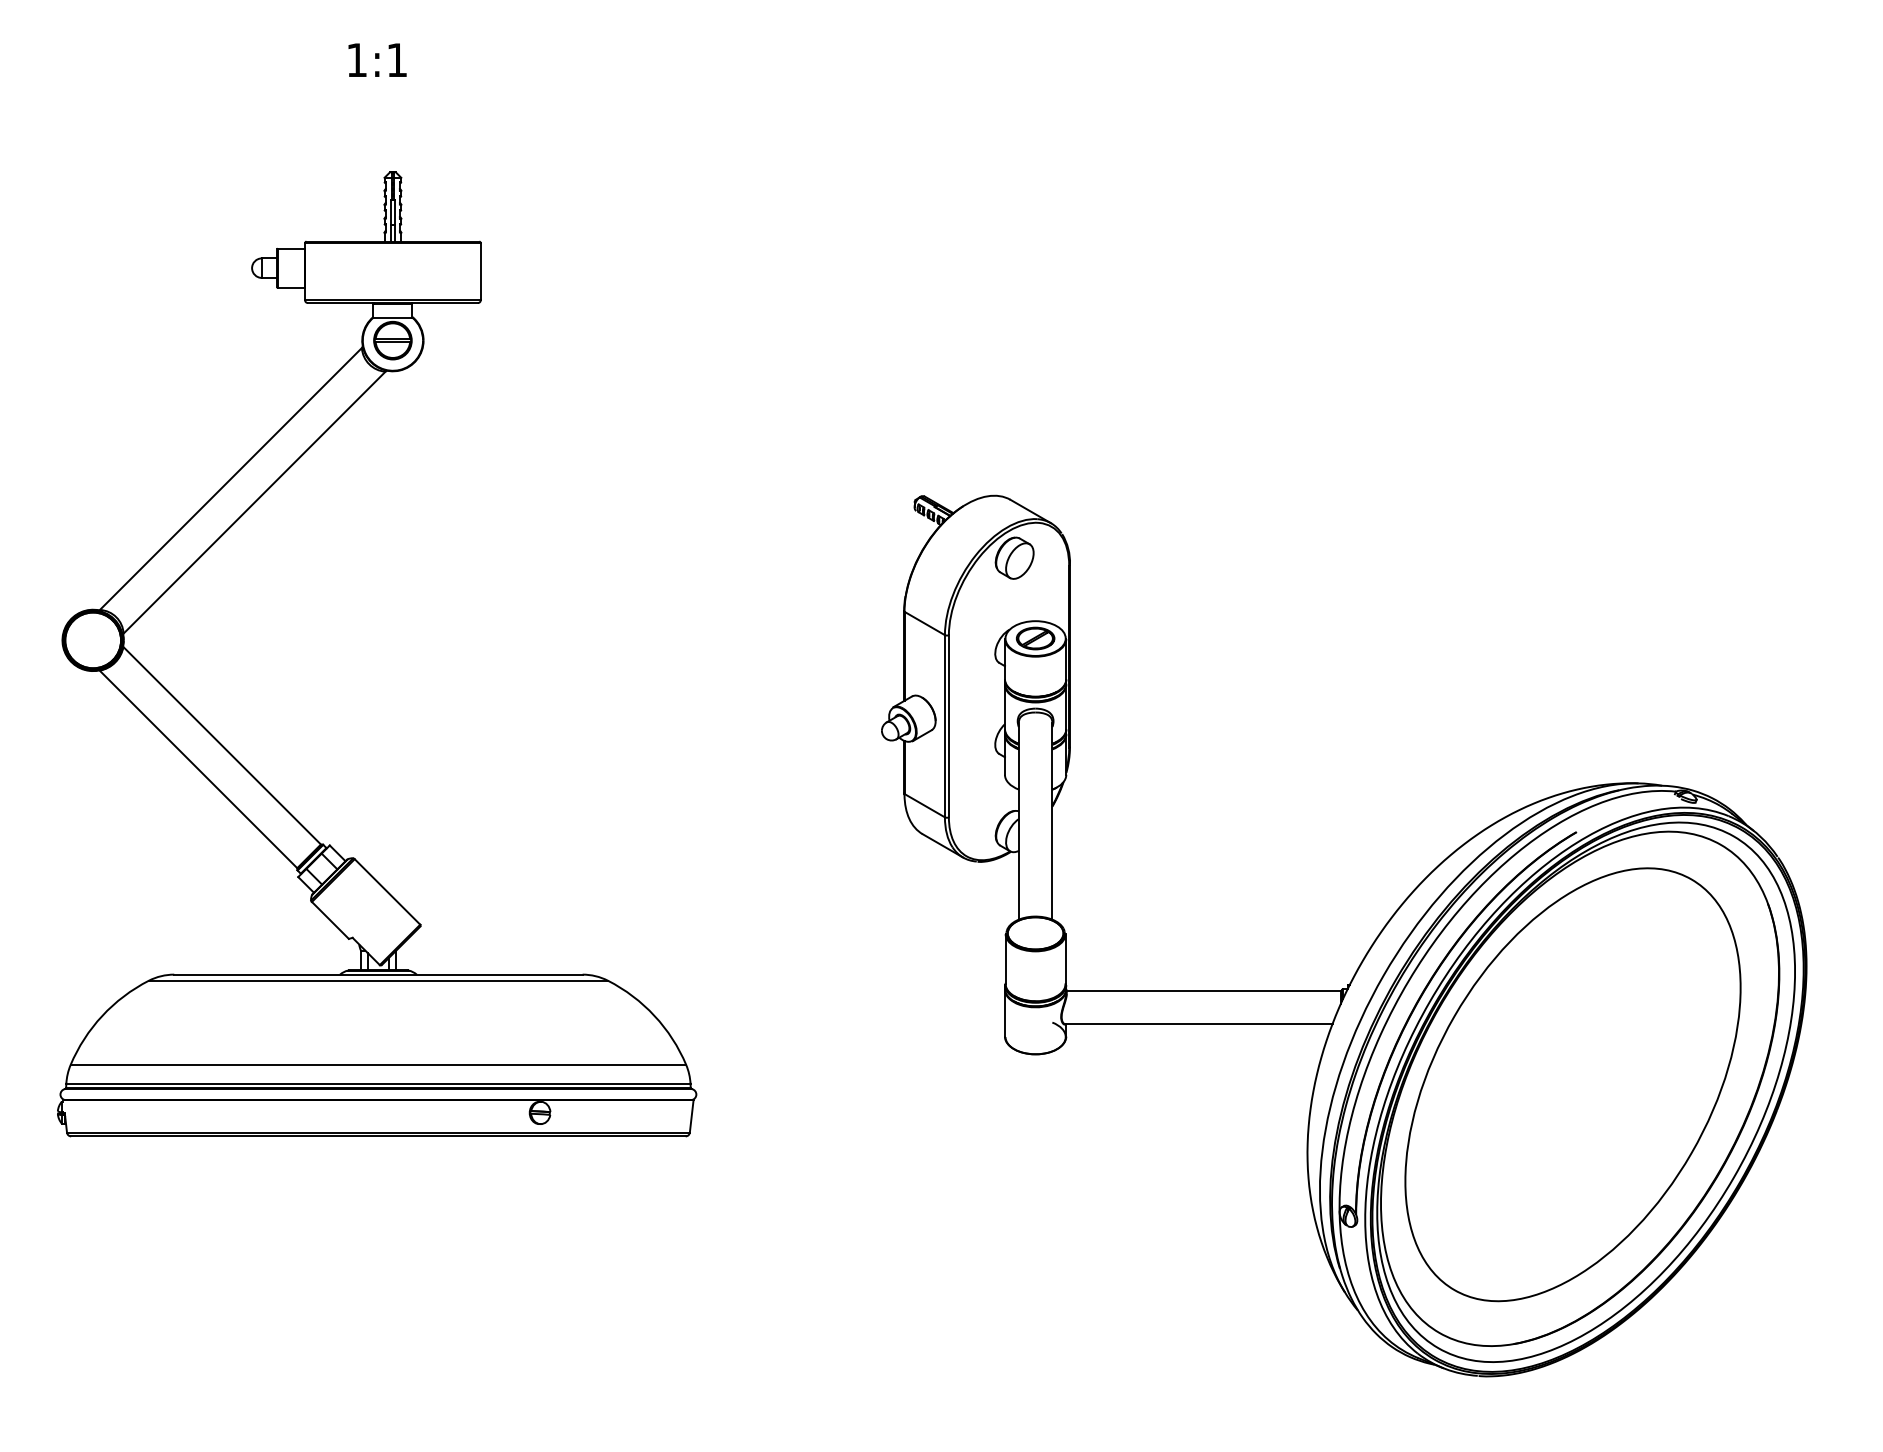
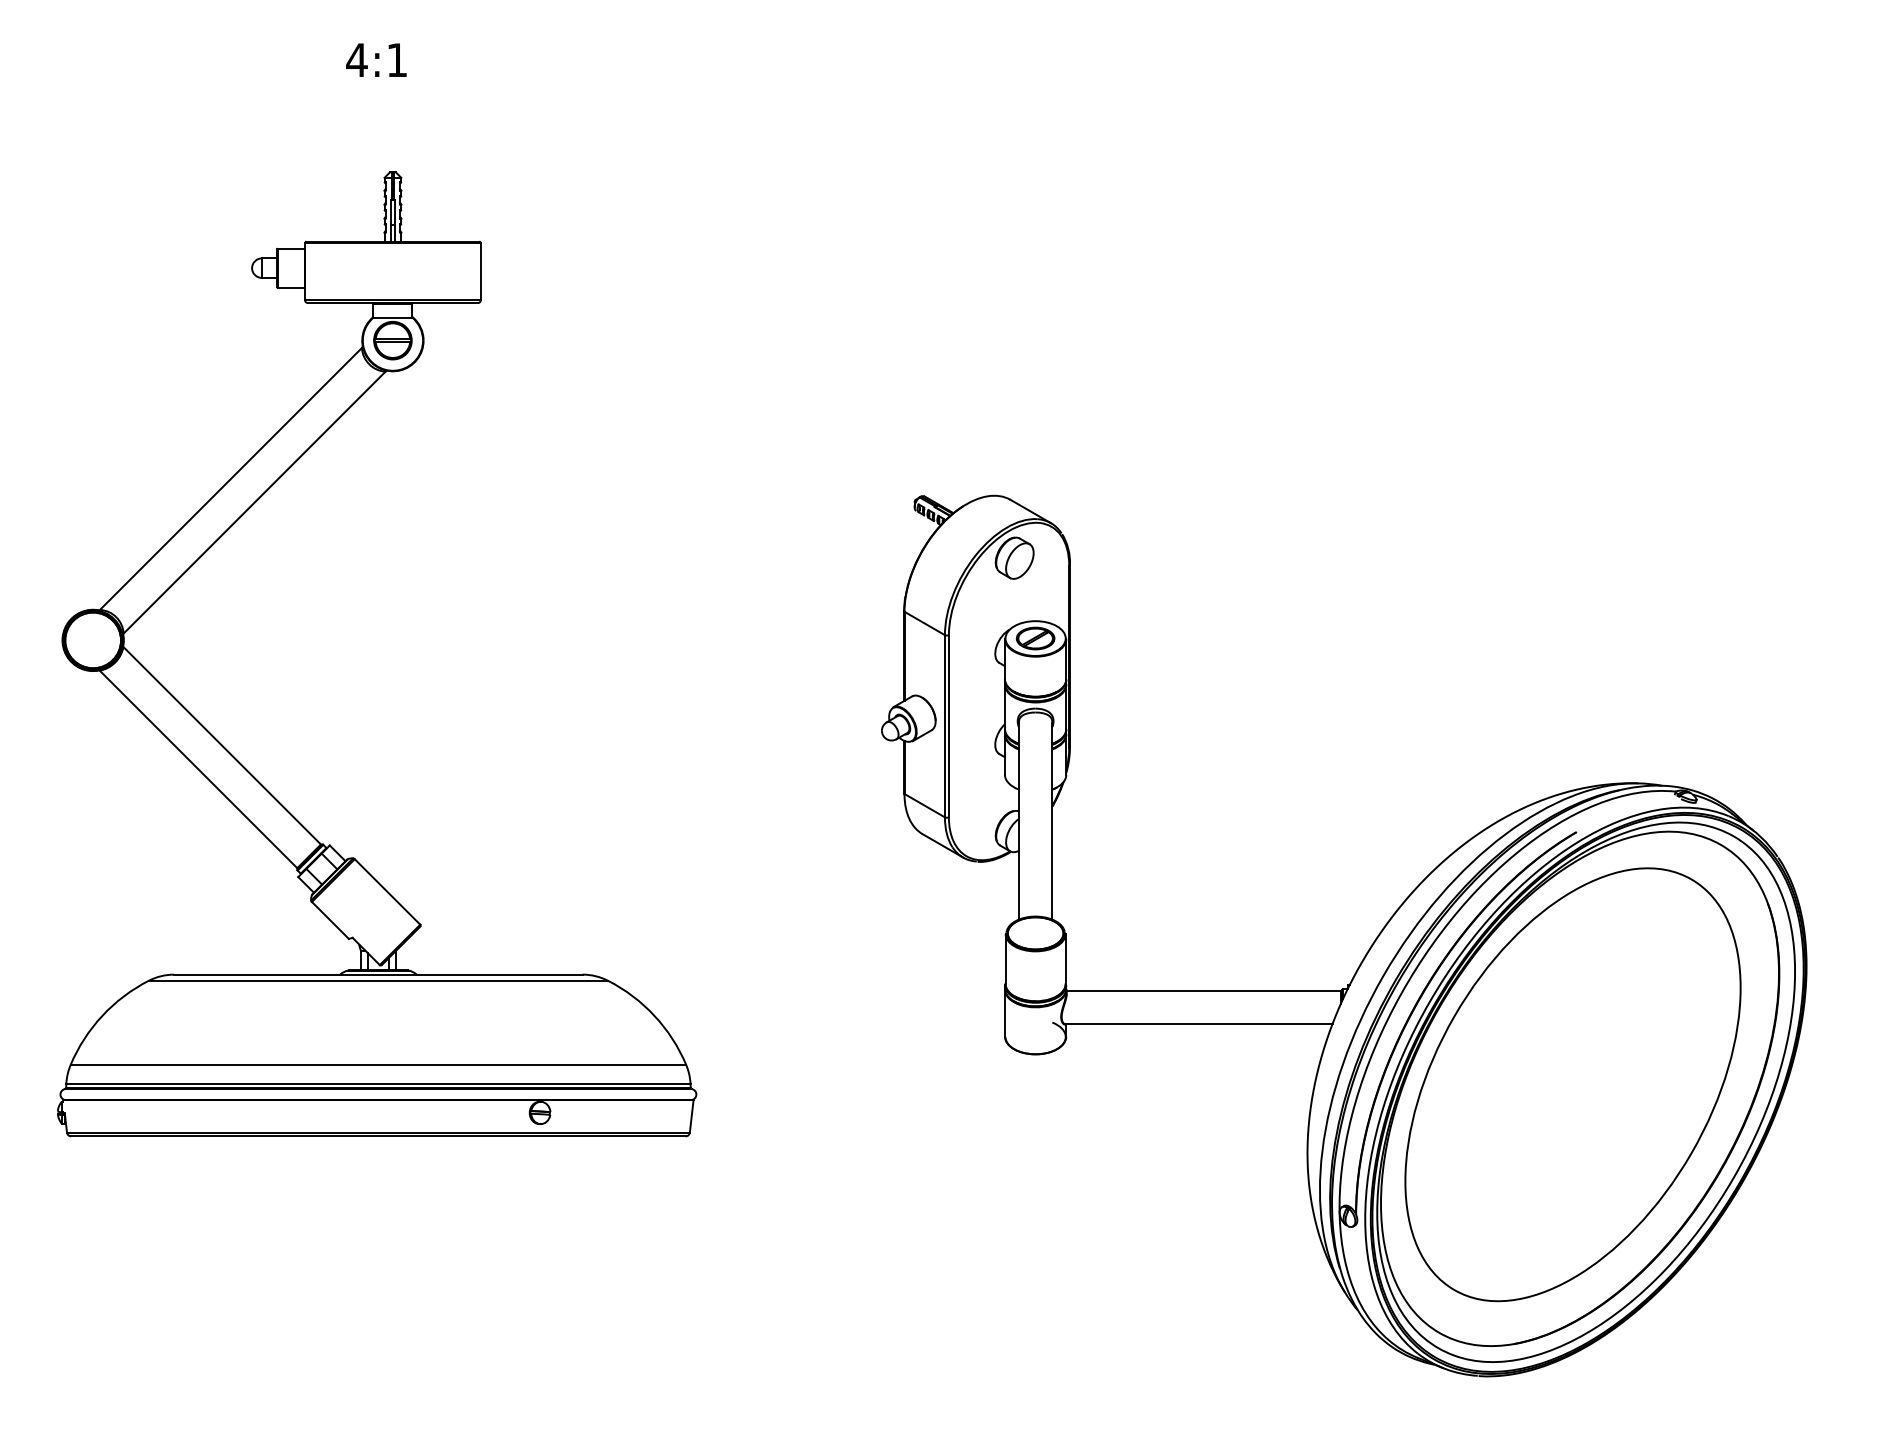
text at (356, 59): 1:1 -> 4:1
